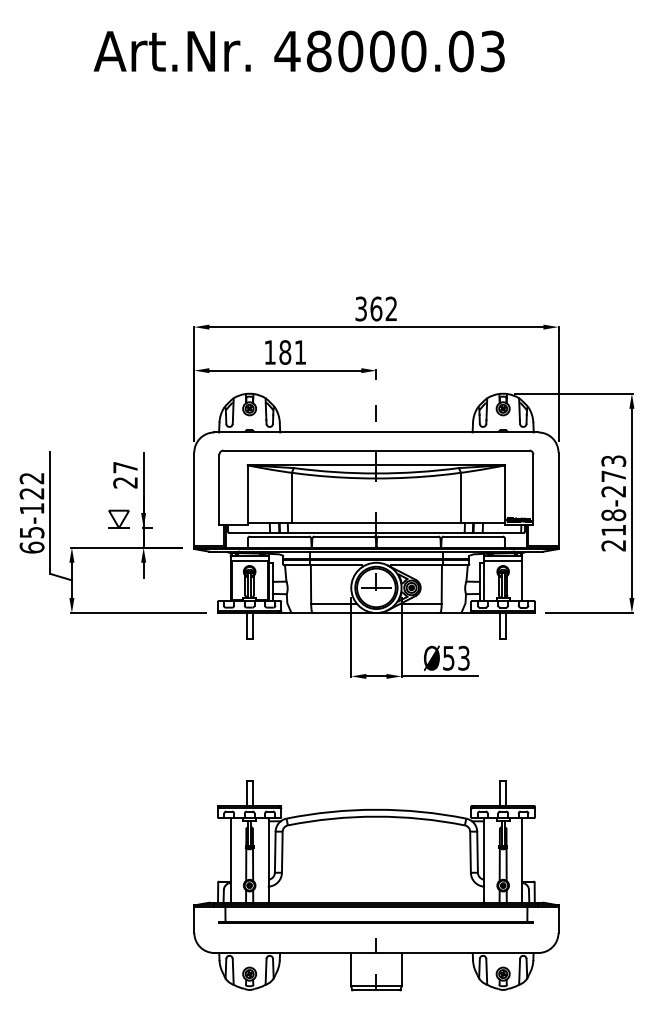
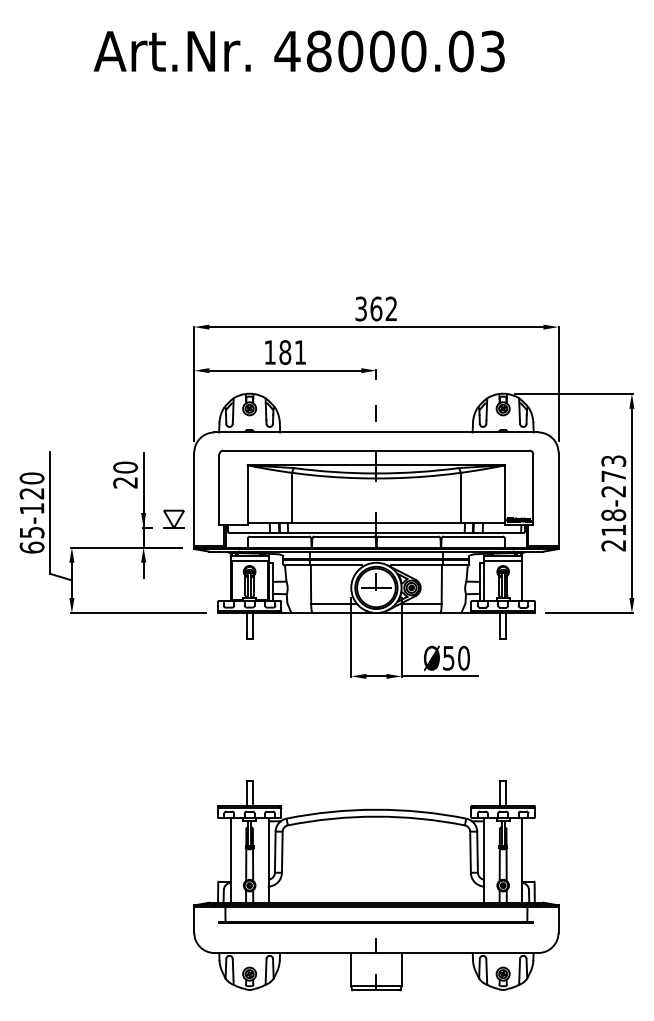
text at (125, 467): 27 -> 20
text at (31, 478): 65-122 -> 65-120
part at (118, 518) position: (118, 518) -> (173, 518)
text at (463, 657): Ø53 -> Ø50
